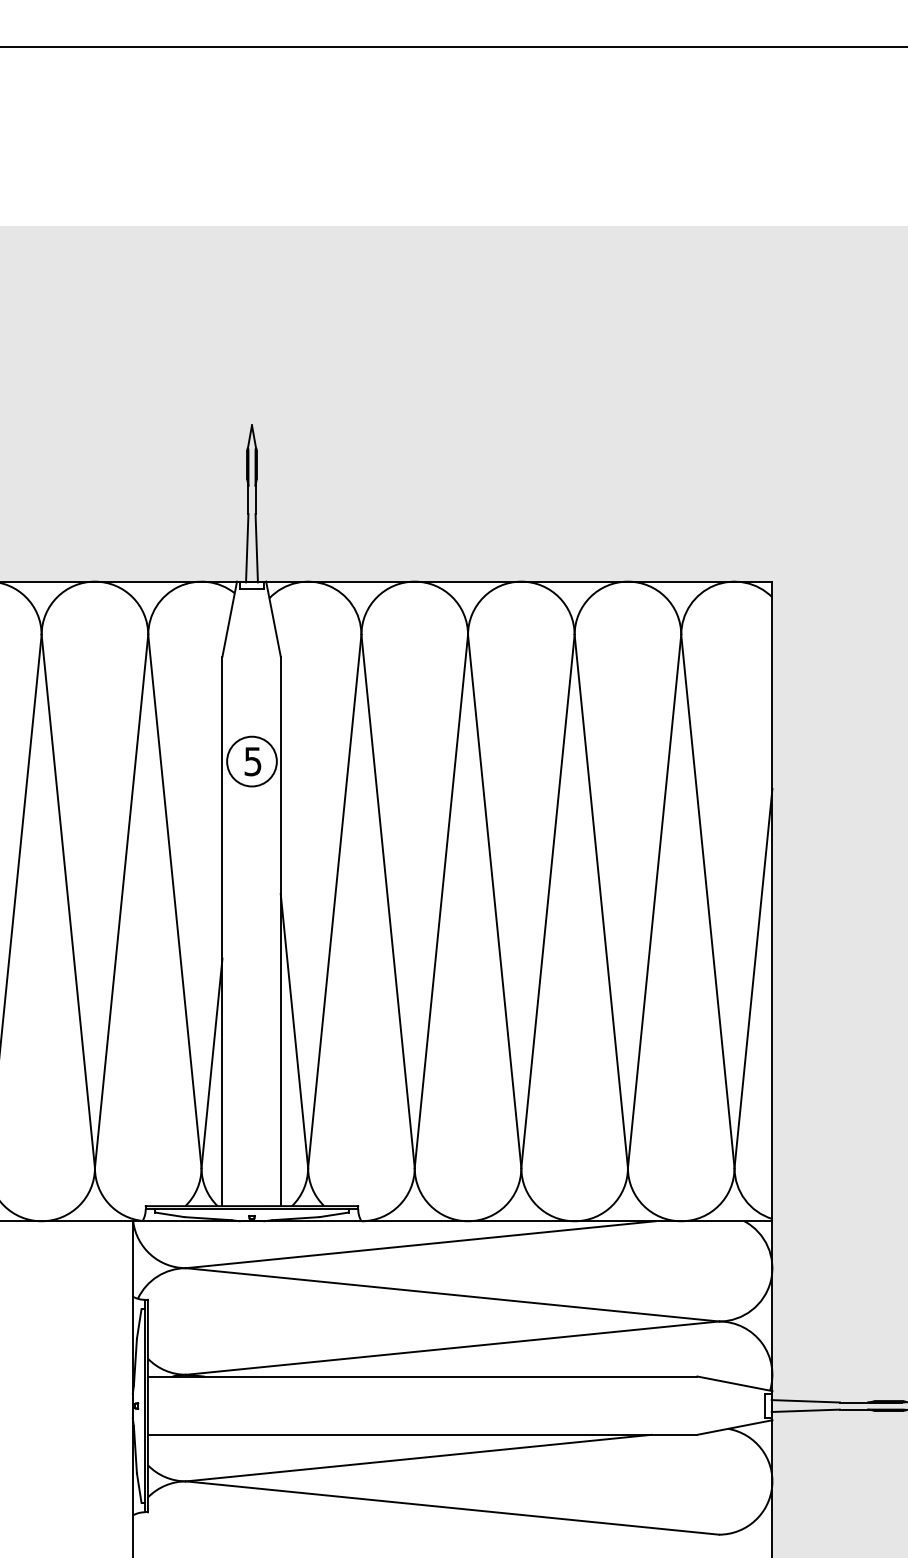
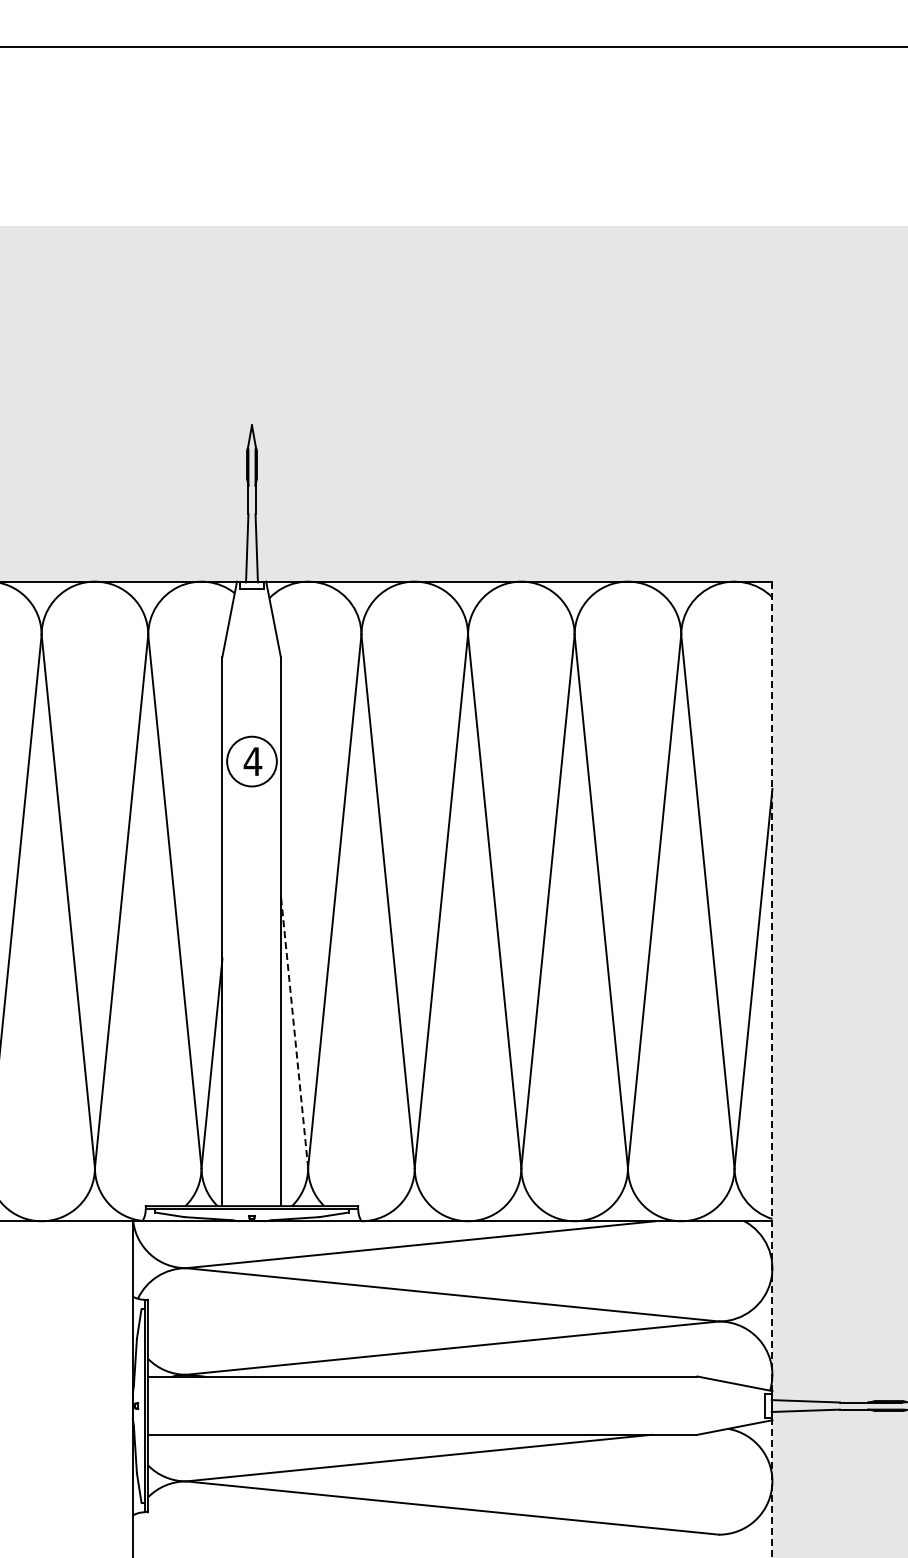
text at (252, 761): 5 -> 4
line at (294, 1031): solid -> dashed
line at (772, 1069): solid -> dashed
